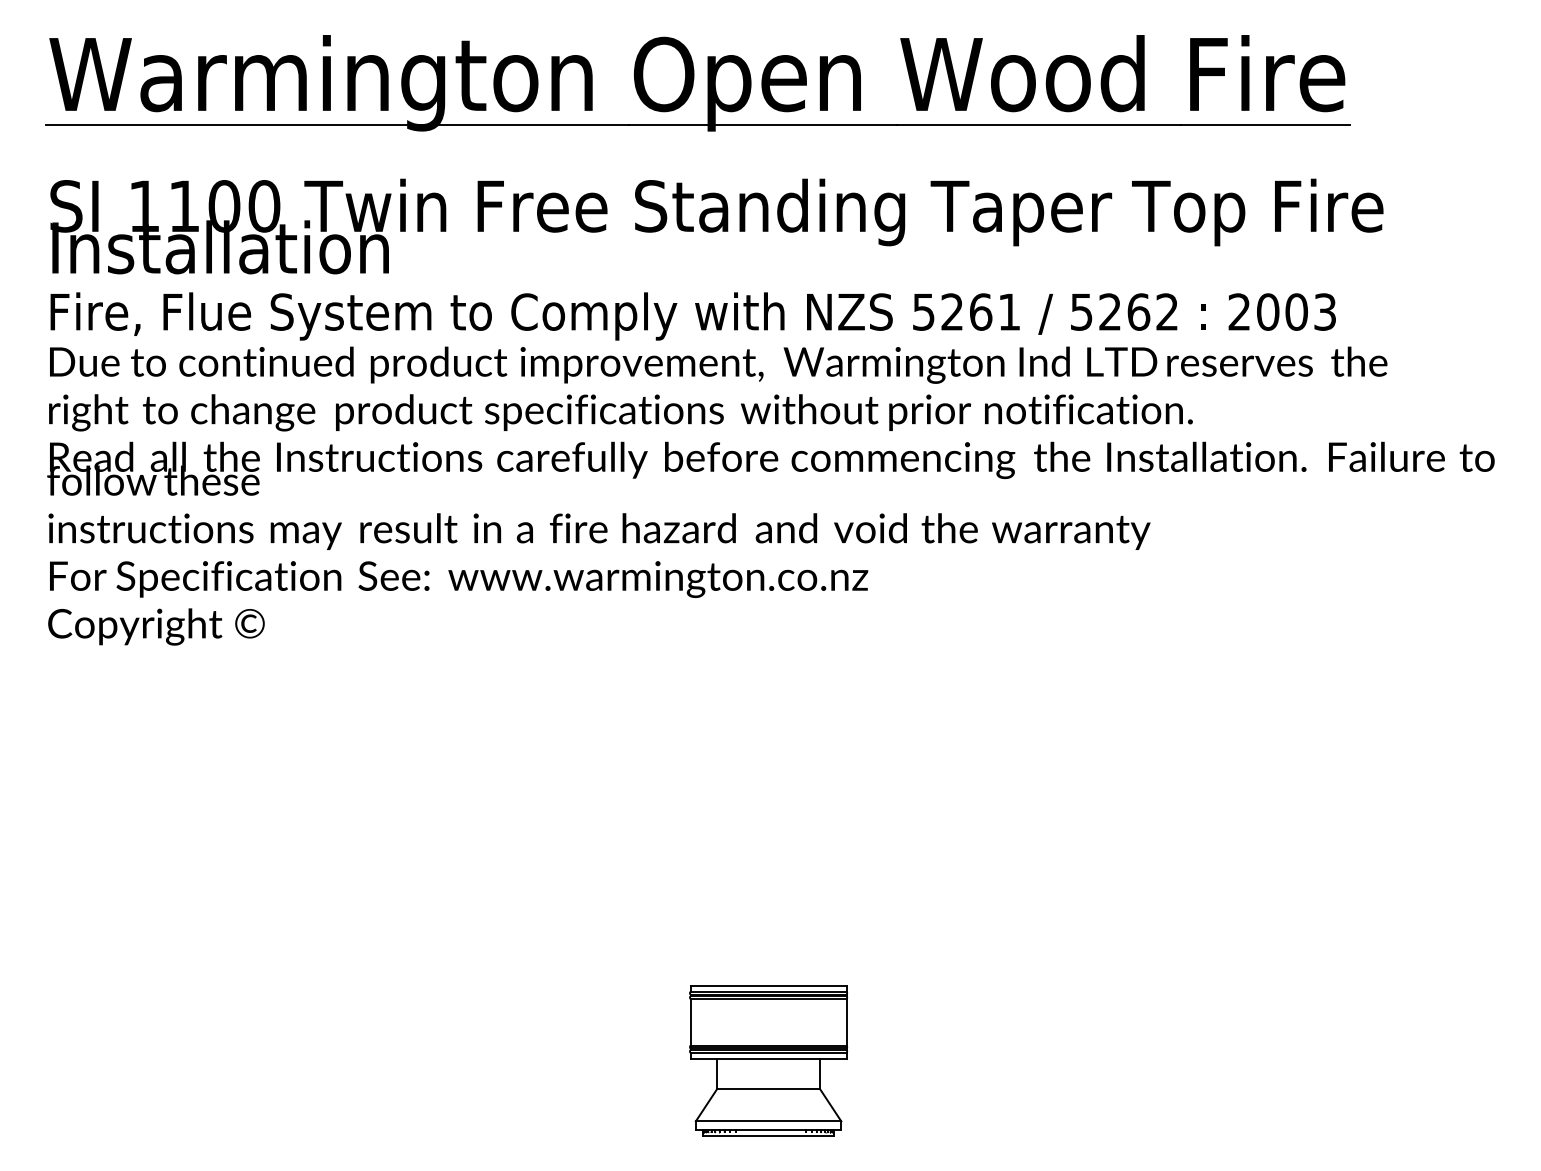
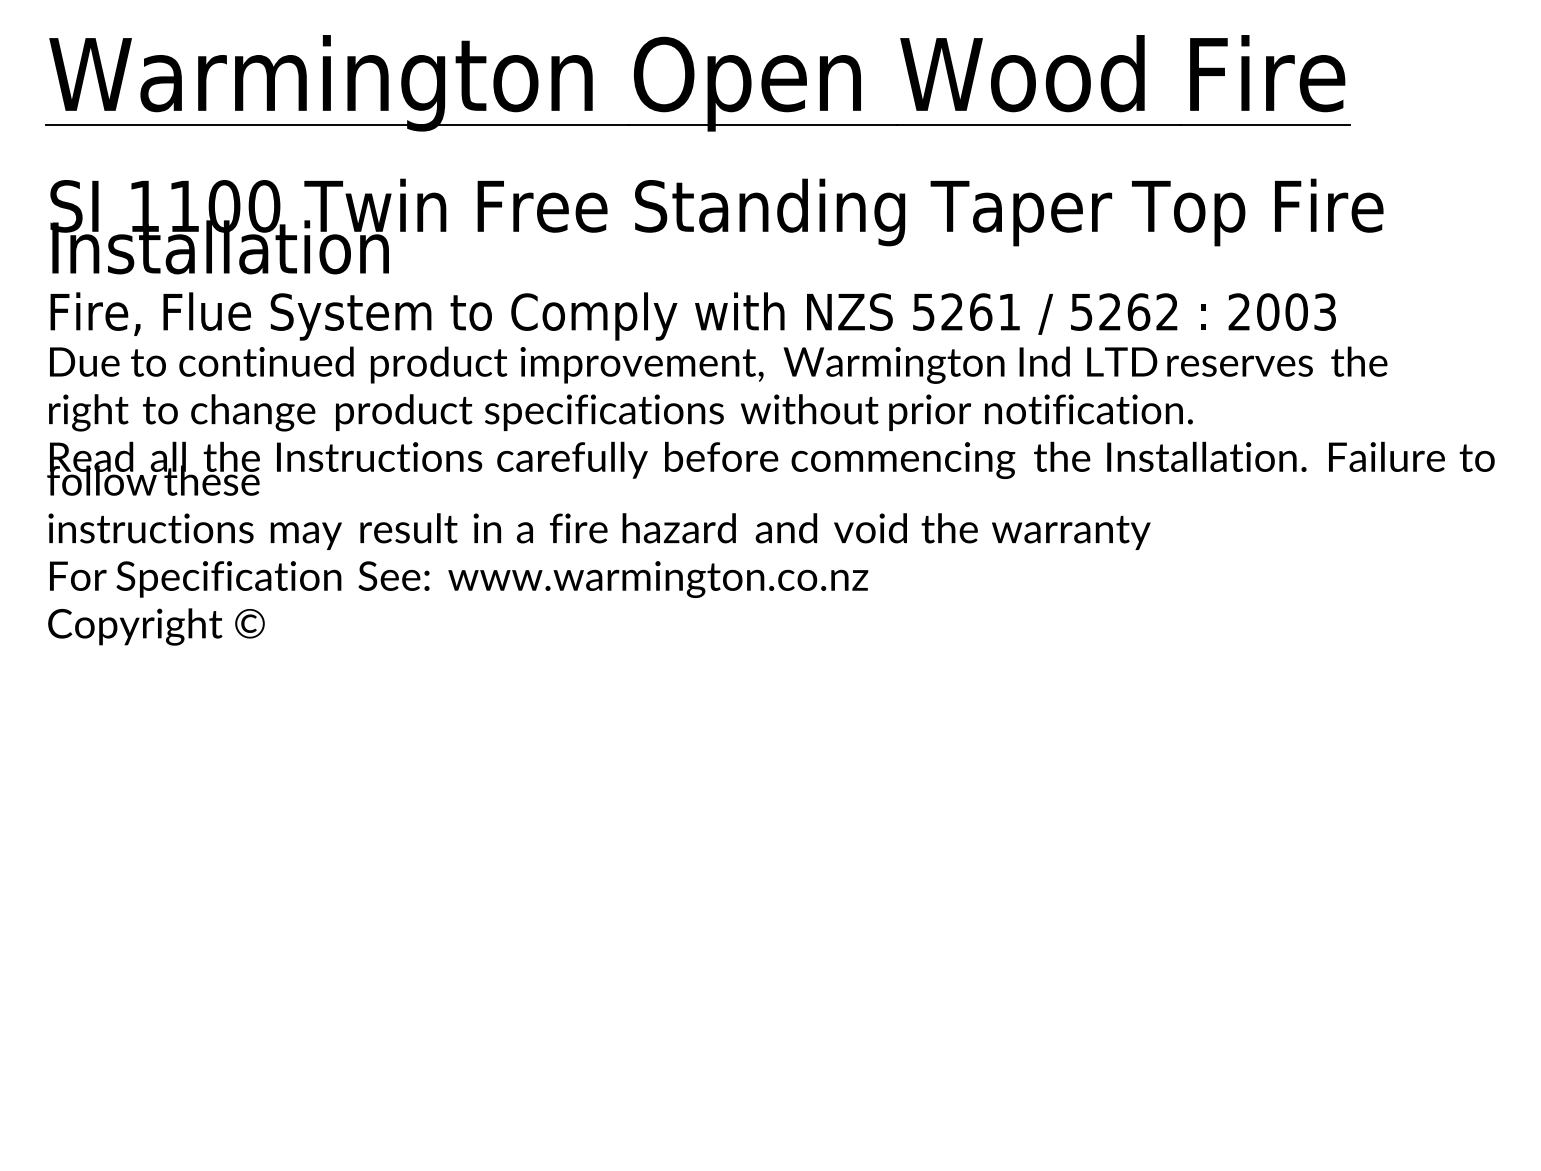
part at (768, 1060): present -> none
